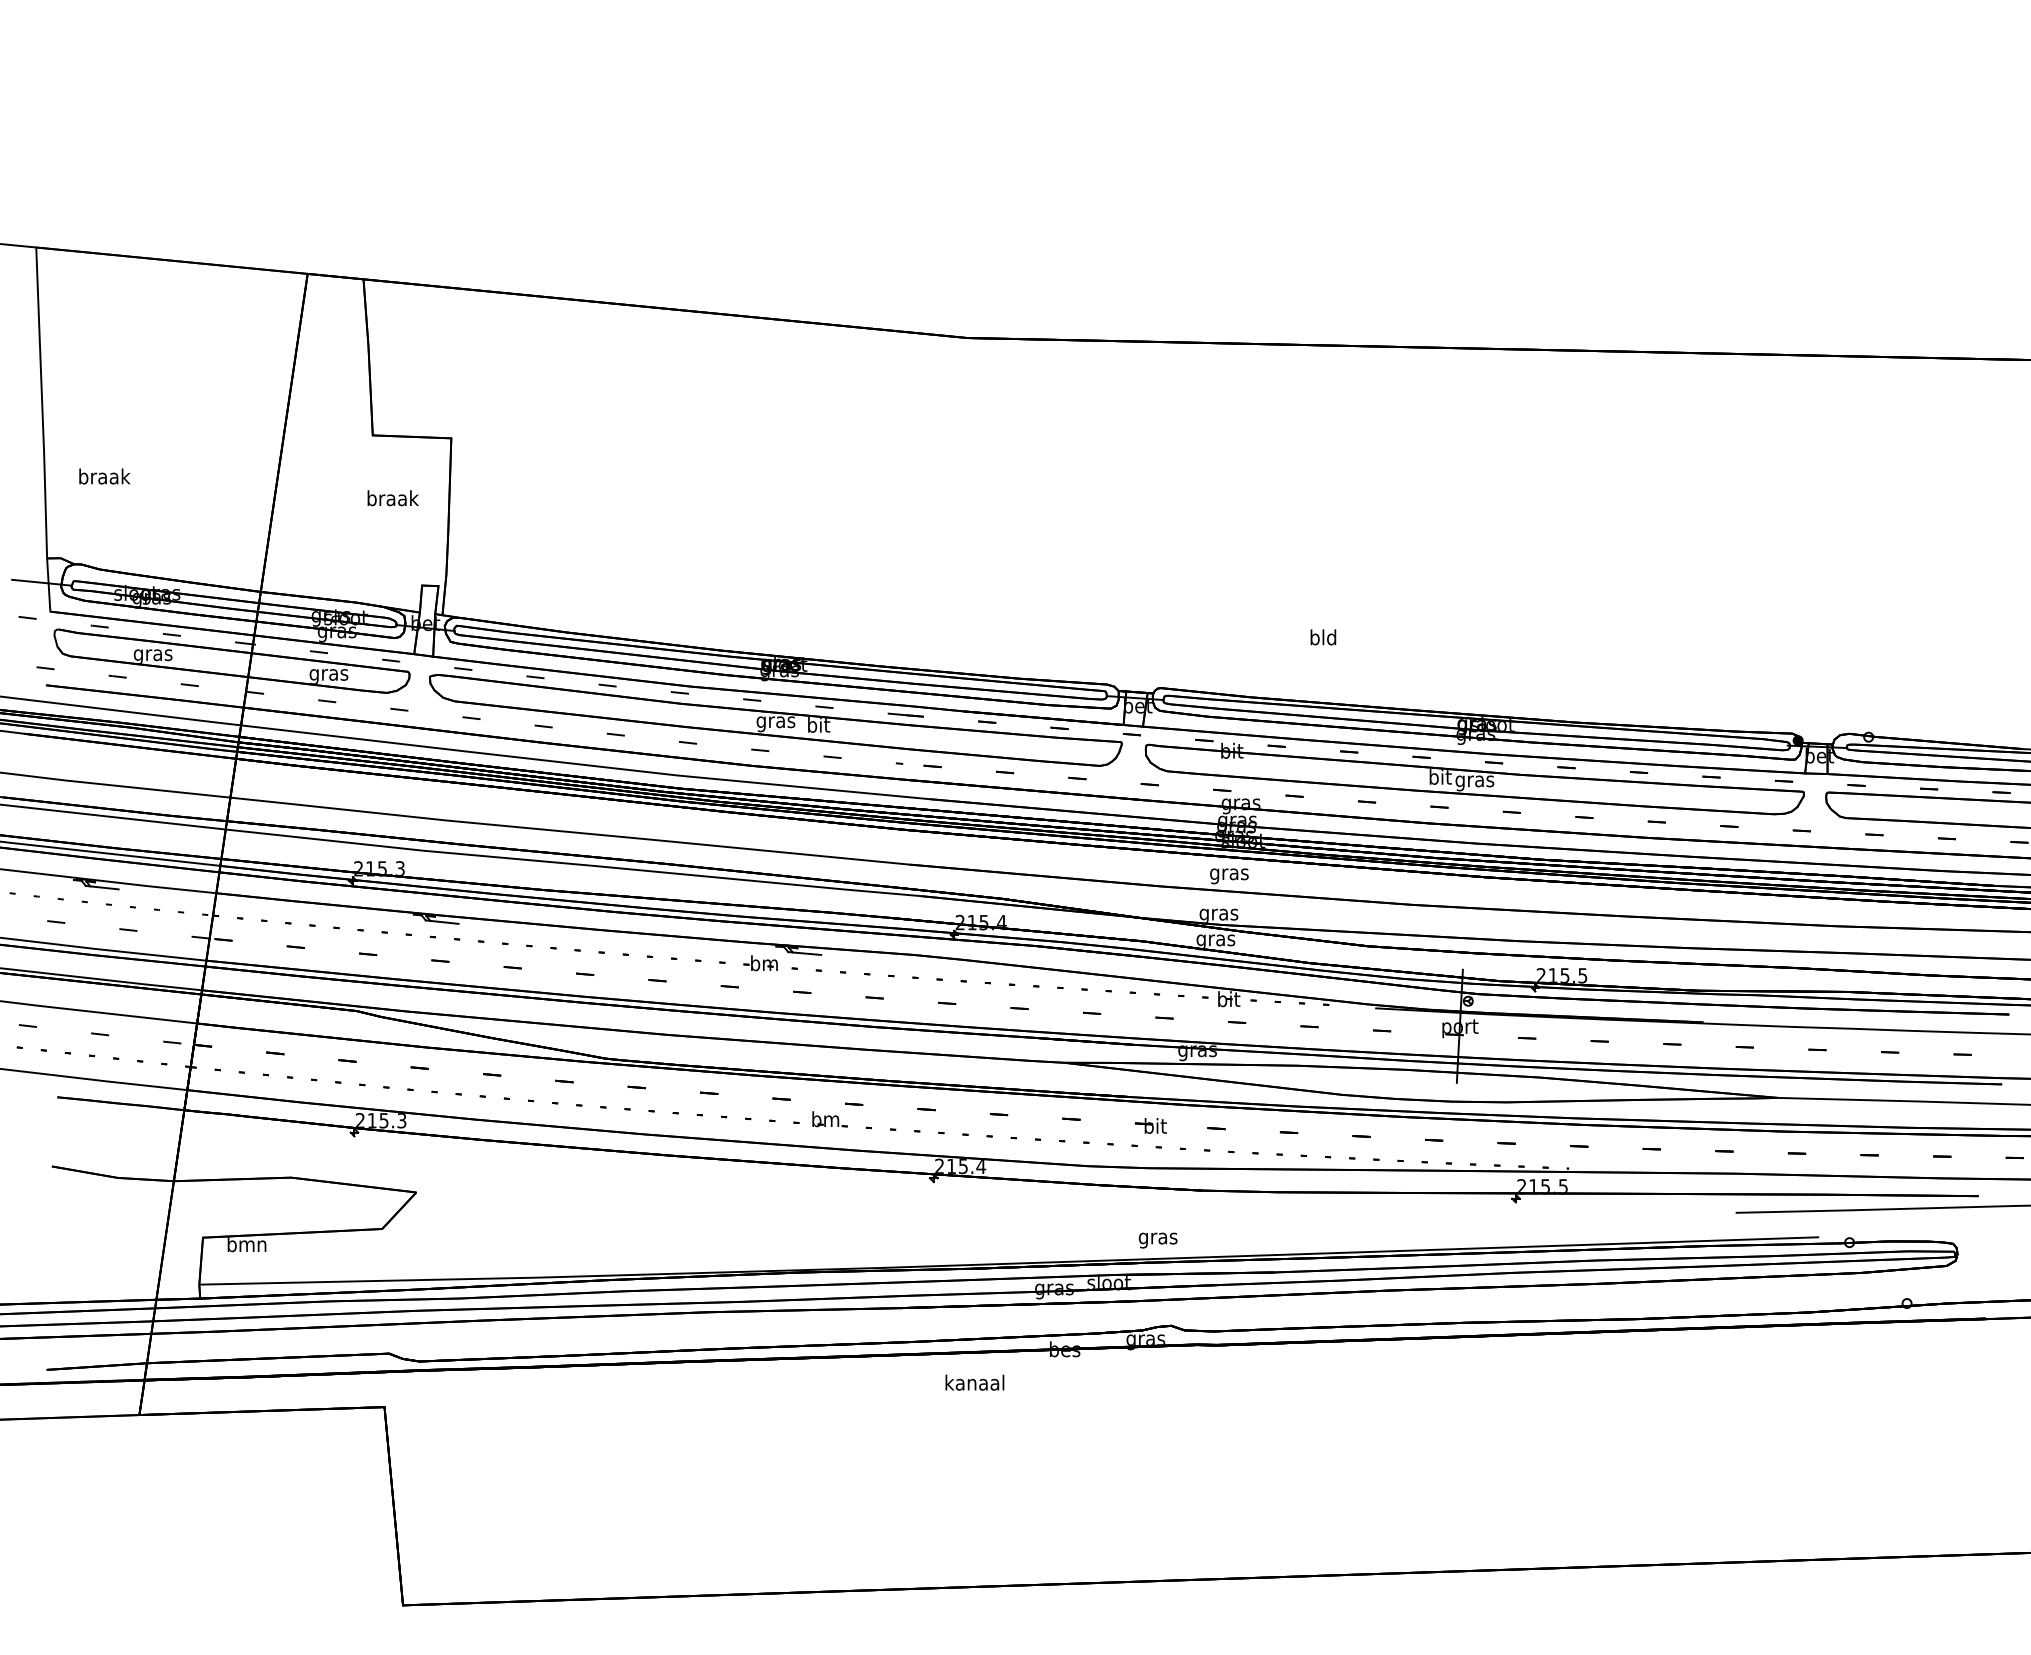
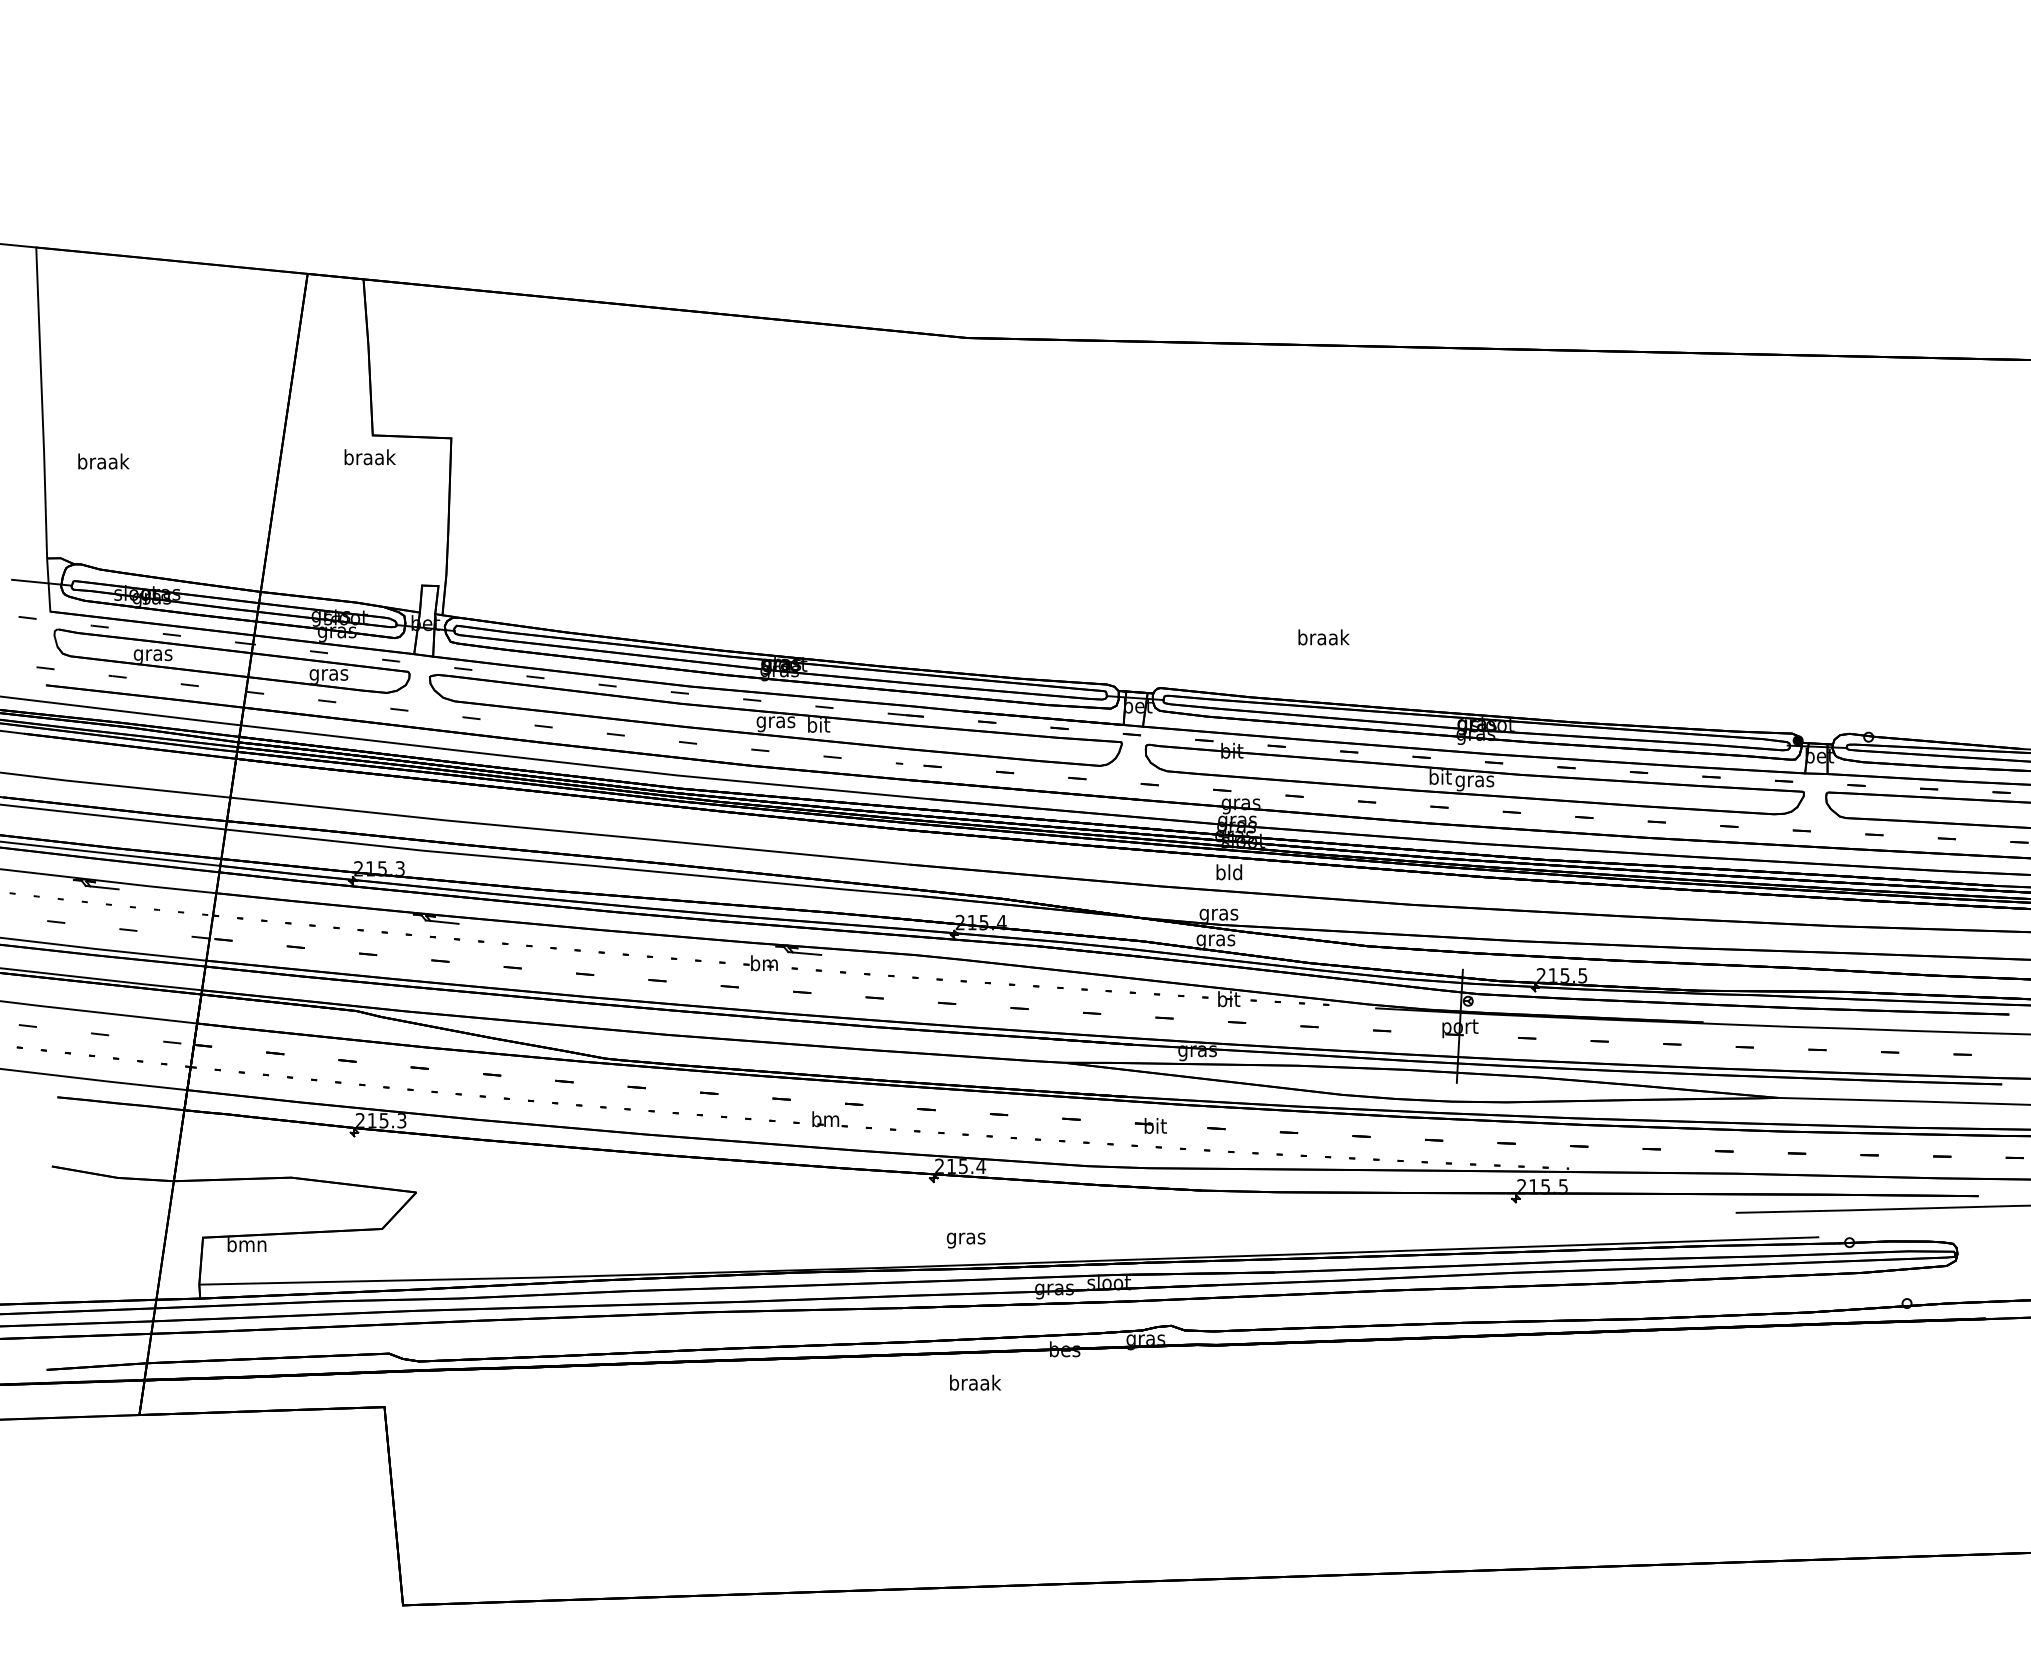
text at (104, 476) position: (104, 476) -> (103, 461)
text at (392, 498) position: (392, 498) -> (369, 457)
text at (1323, 637): bld -> braak
text at (1229, 874): gras -> bld
text at (1157, 1240) position: (1157, 1240) -> (965, 1240)
text at (974, 1382): kanaal -> braak
